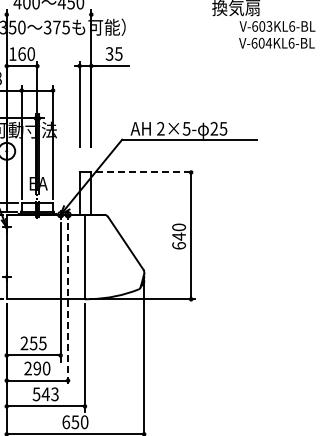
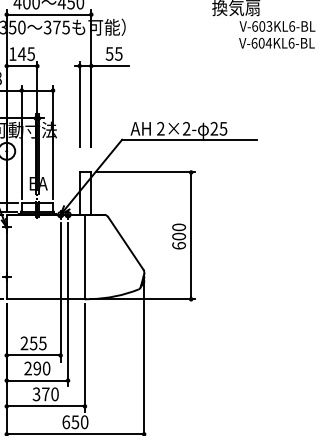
line at (48, 14): none -> present
text at (26, 53): 160 -> 145
text at (109, 53): 35 -> 55
text at (186, 128): 2×5- -> 2×2-
line at (145, 172): dashed -> solid
text at (179, 236): 640 -> 600
line at (68, 304): dashed -> solid
text at (45, 394): 543 -> 370
